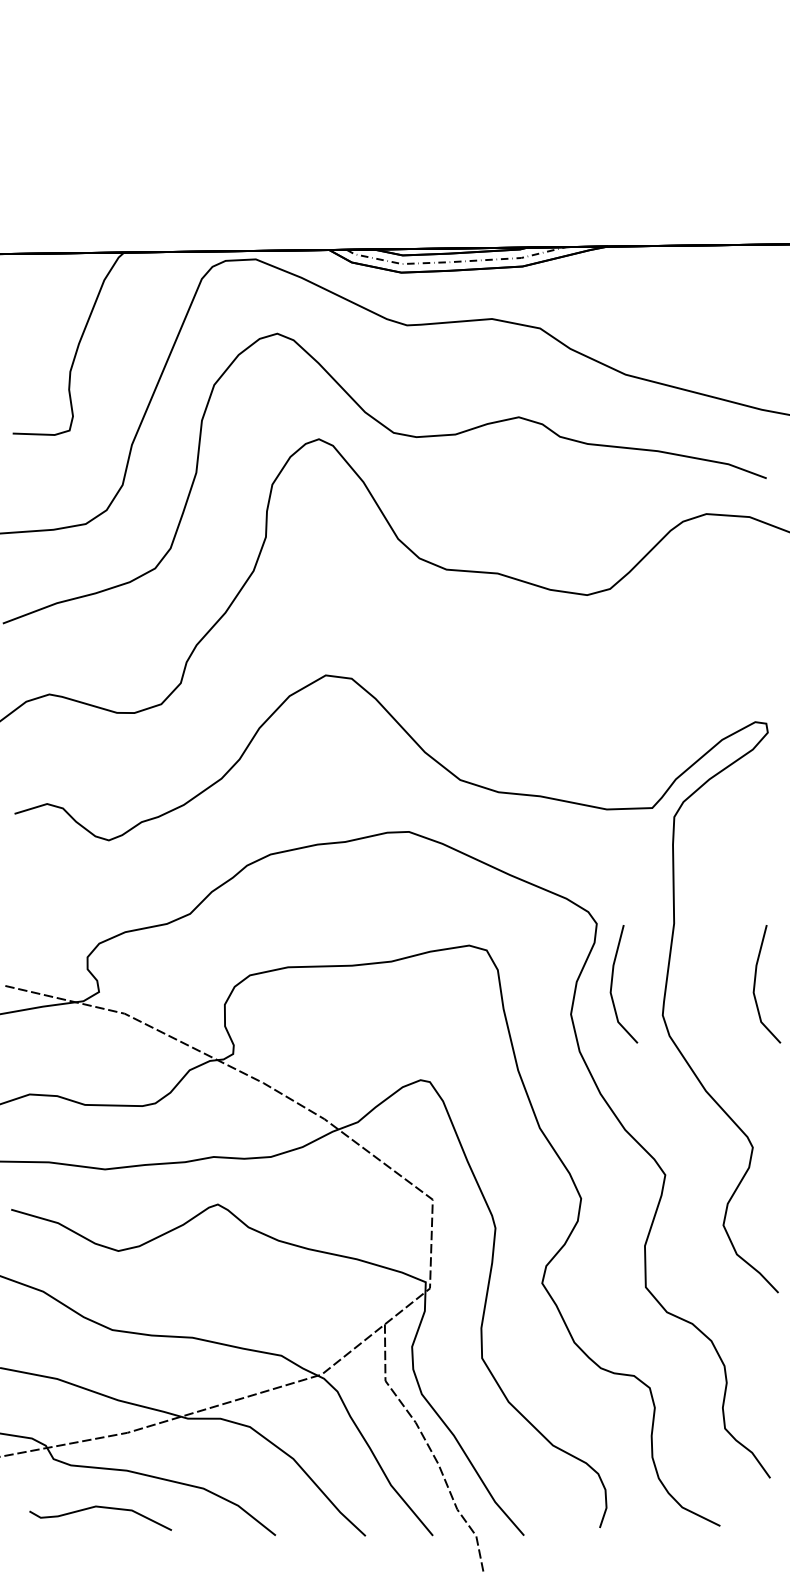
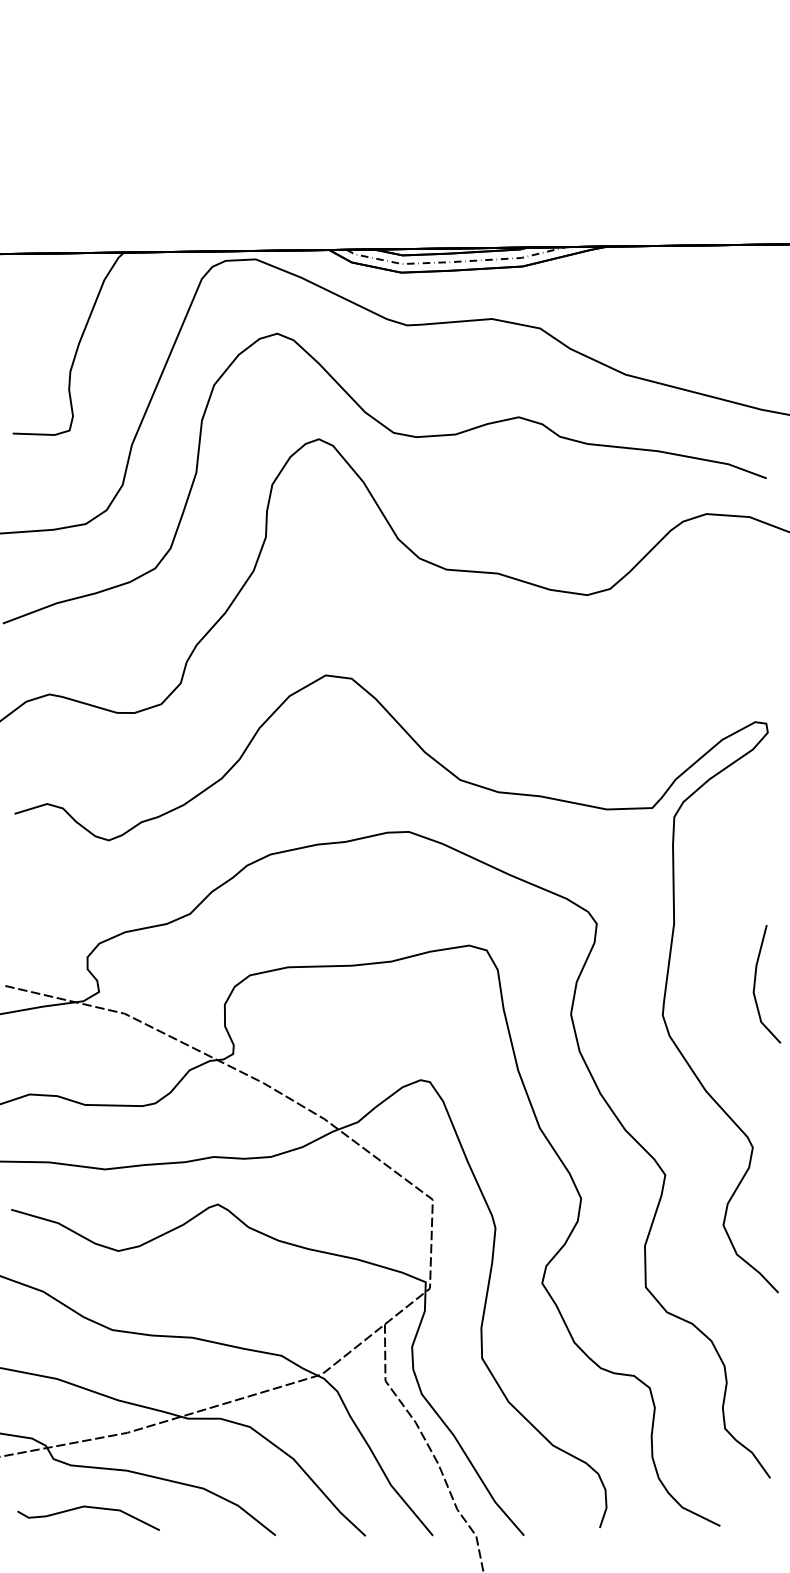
line at (612, 984): present -> none
curve at (102, 1508) position: (102, 1508) -> (90, 1508)
